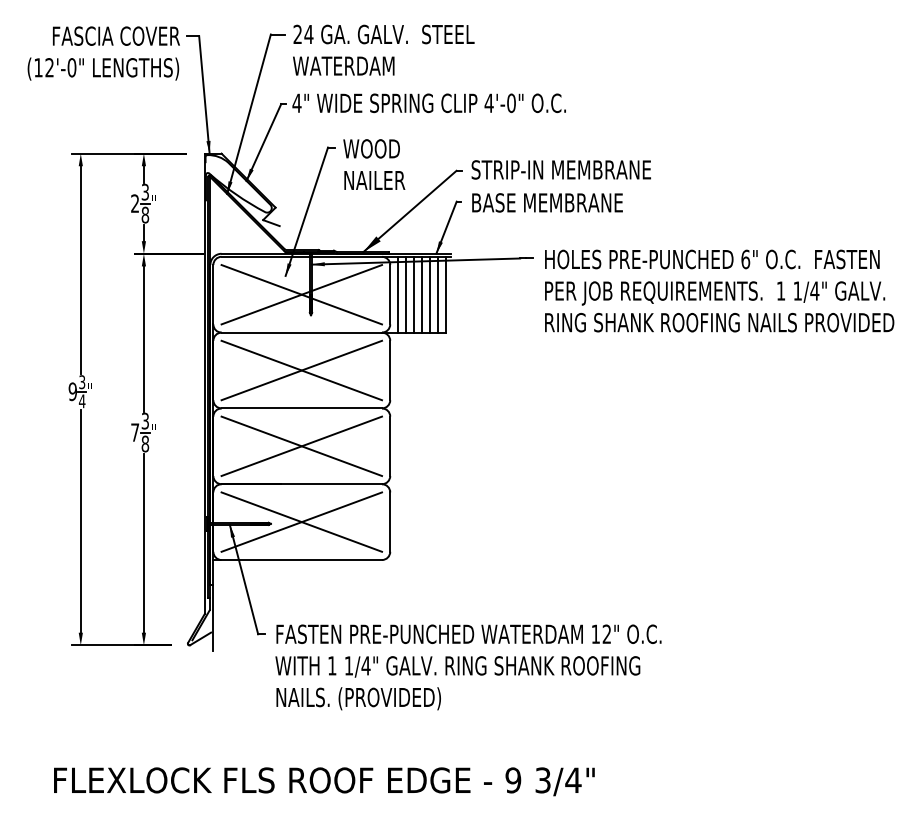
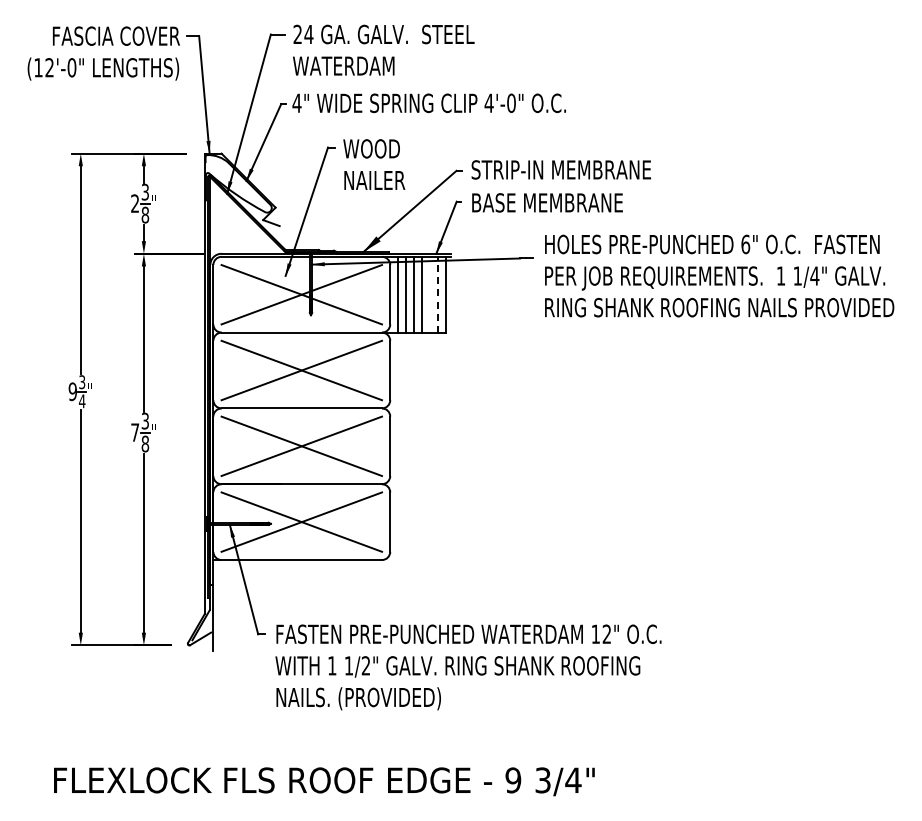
text at (719, 290) position: (719, 290) -> (719, 275)
line at (430, 294): present -> none
line at (438, 294): solid -> dashed
text at (365, 665): 1/4" -> 1/2"
